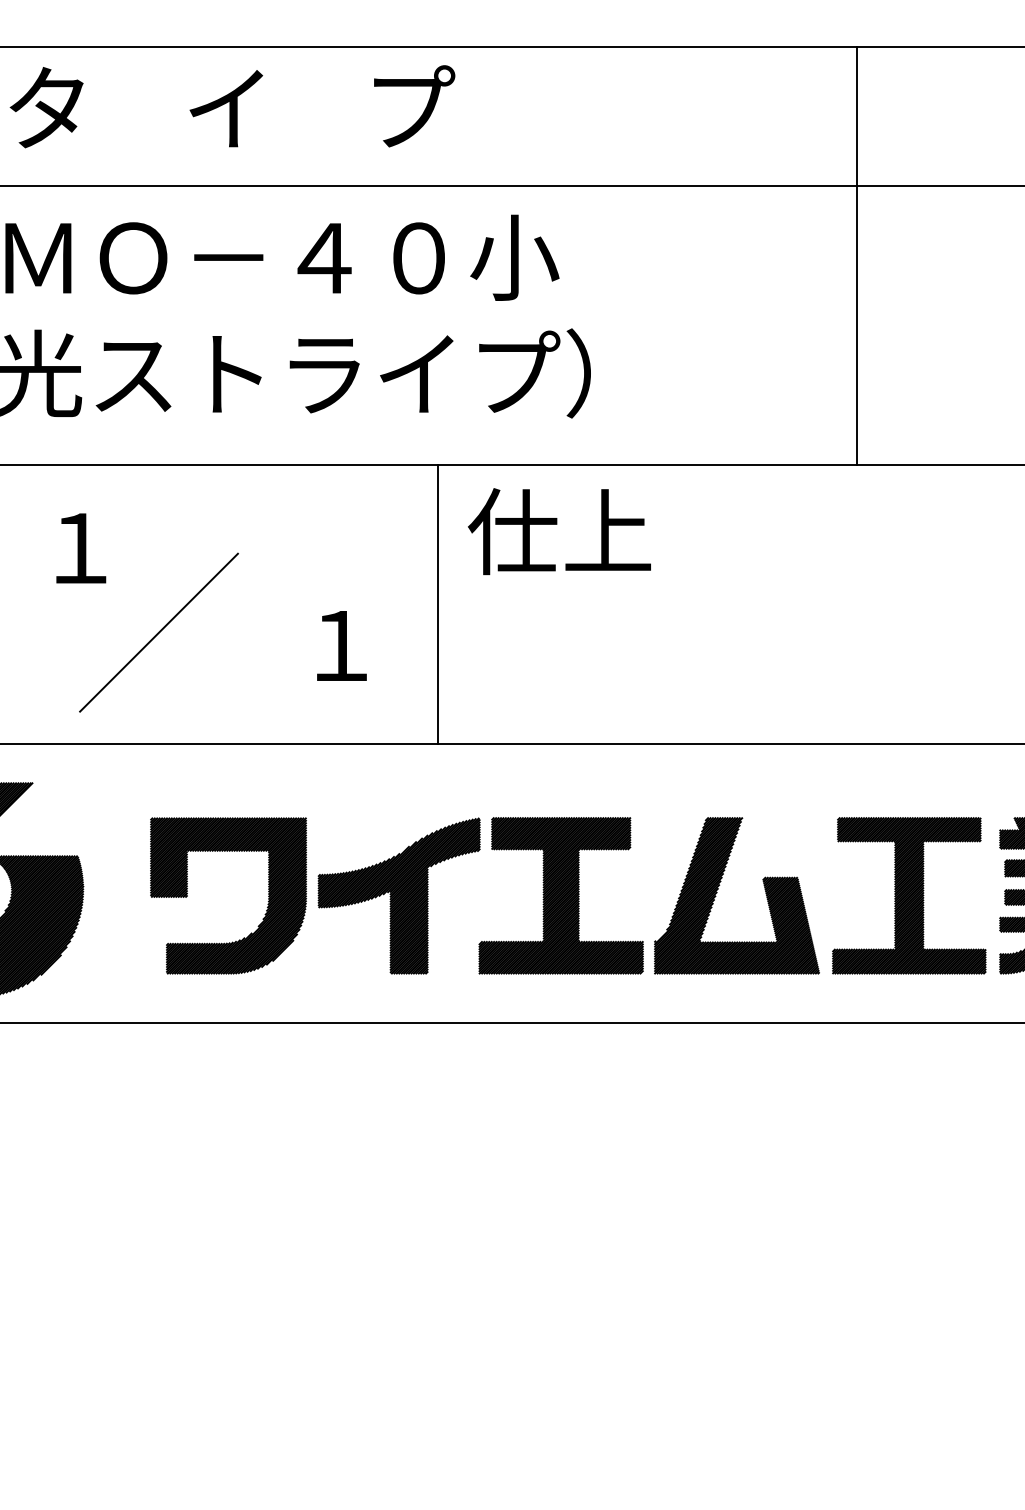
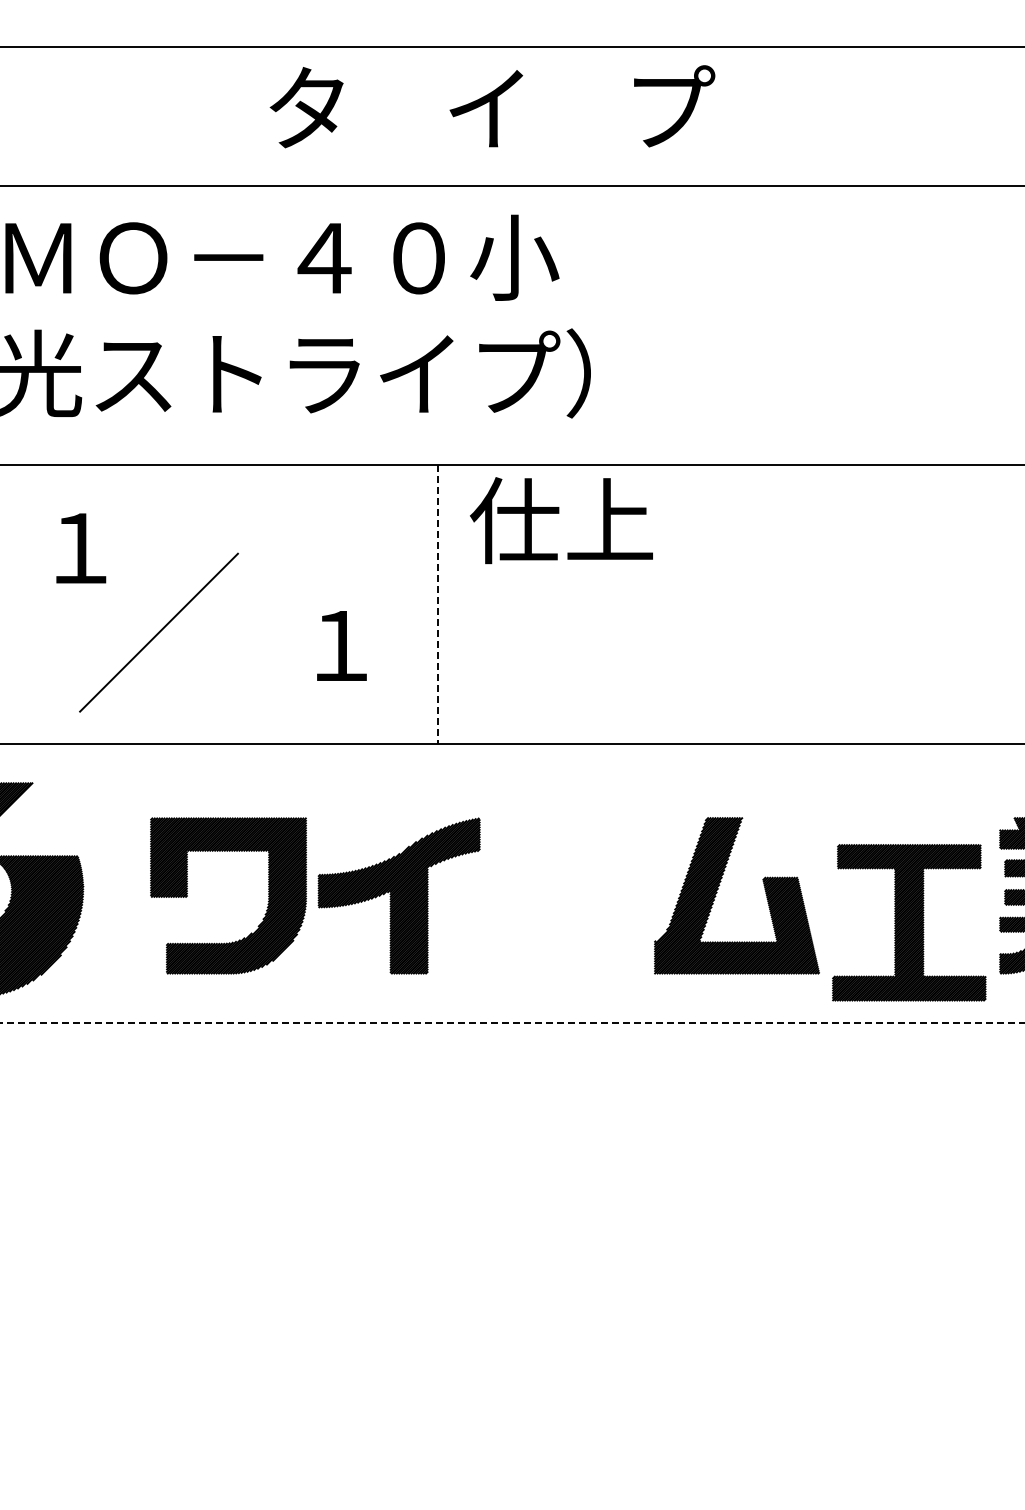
text at (232, 106) position: (232, 106) -> (492, 106)
line at (856, 255): present -> none
text at (559, 531) position: (559, 531) -> (561, 520)
line at (438, 604): solid -> dashed
part at (560, 895): present -> none
part at (909, 895) position: (909, 895) -> (909, 922)
line at (512, 1023): solid -> dashed
